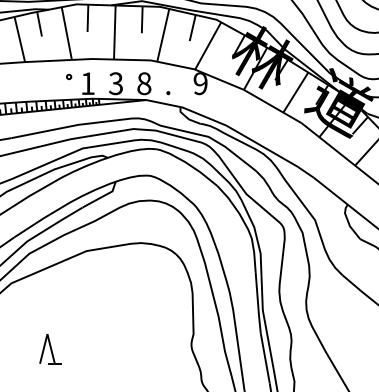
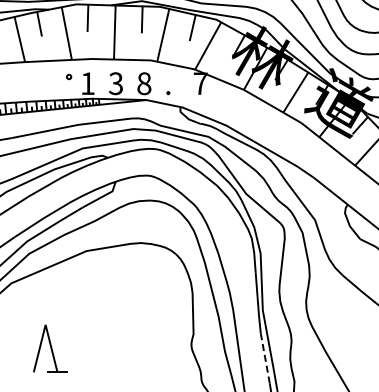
text at (200, 83): 9 -> 7
part at (50, 349) size: 23x31 px -> 35x49 px
line at (265, 358): solid -> dashed
